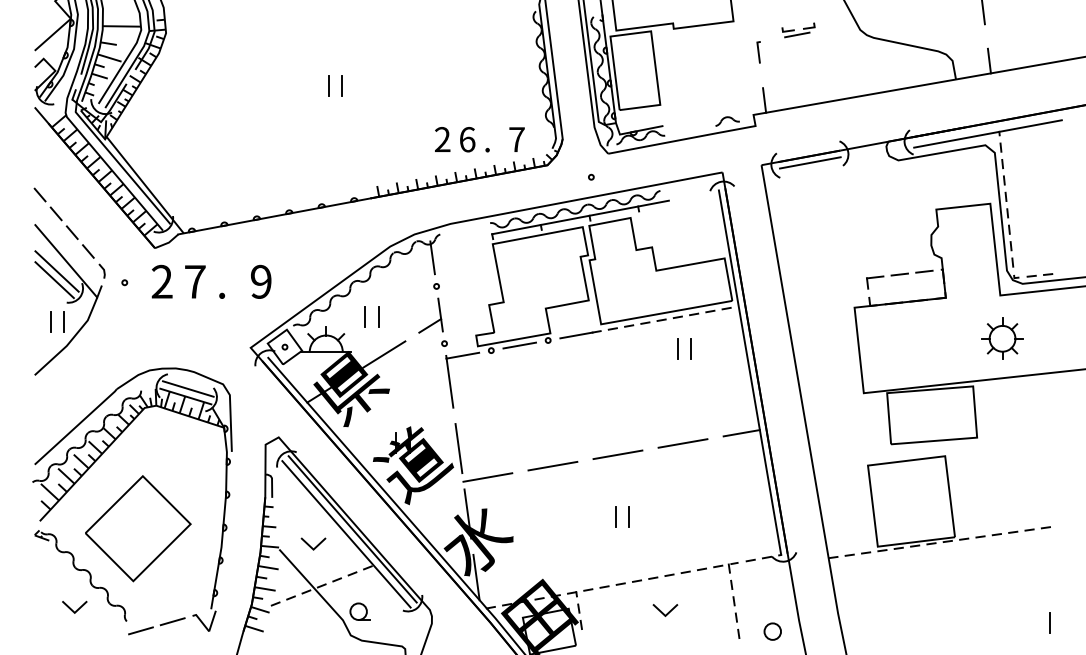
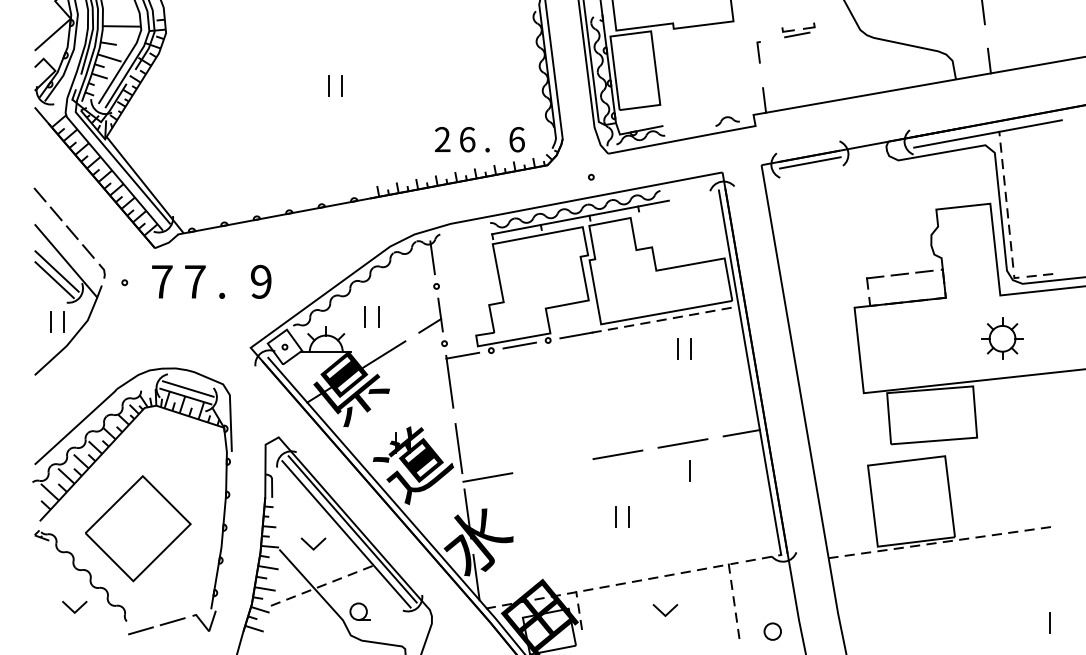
text at (516, 139): 7 -> 6
text at (161, 281): 2 -> 7
line at (552, 465): present -> none
line at (689, 470): none -> present
